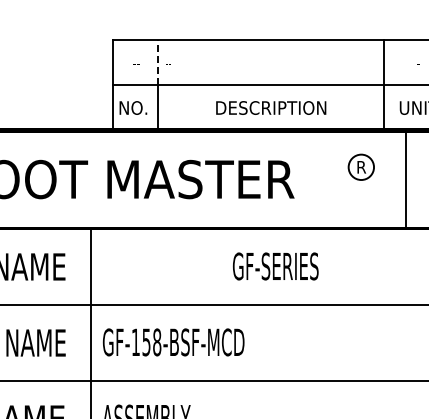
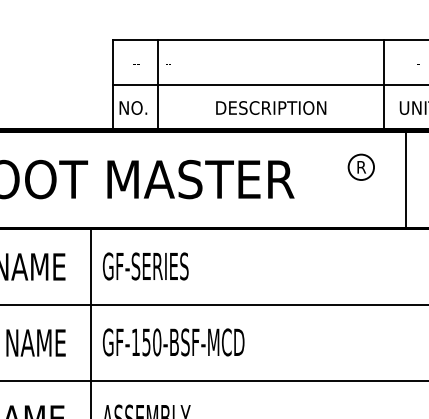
line at (158, 62): dashed -> solid
text at (275, 266) position: (275, 266) -> (145, 266)
text at (157, 341): GF-158-BSF-MCD -> GF-150-BSF-MCD
